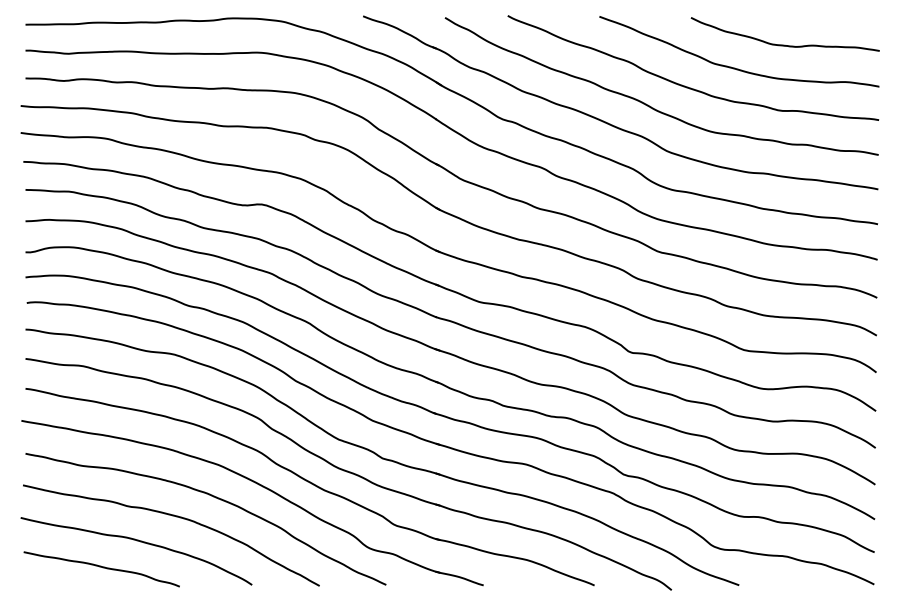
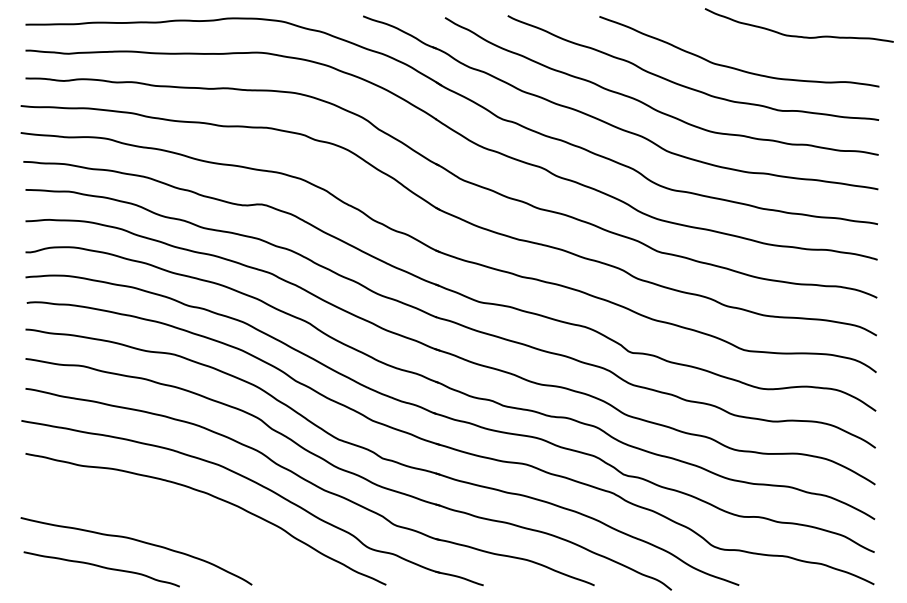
curve at (784, 44) position: (784, 44) -> (798, 35)
curve at (176, 517): present -> none
